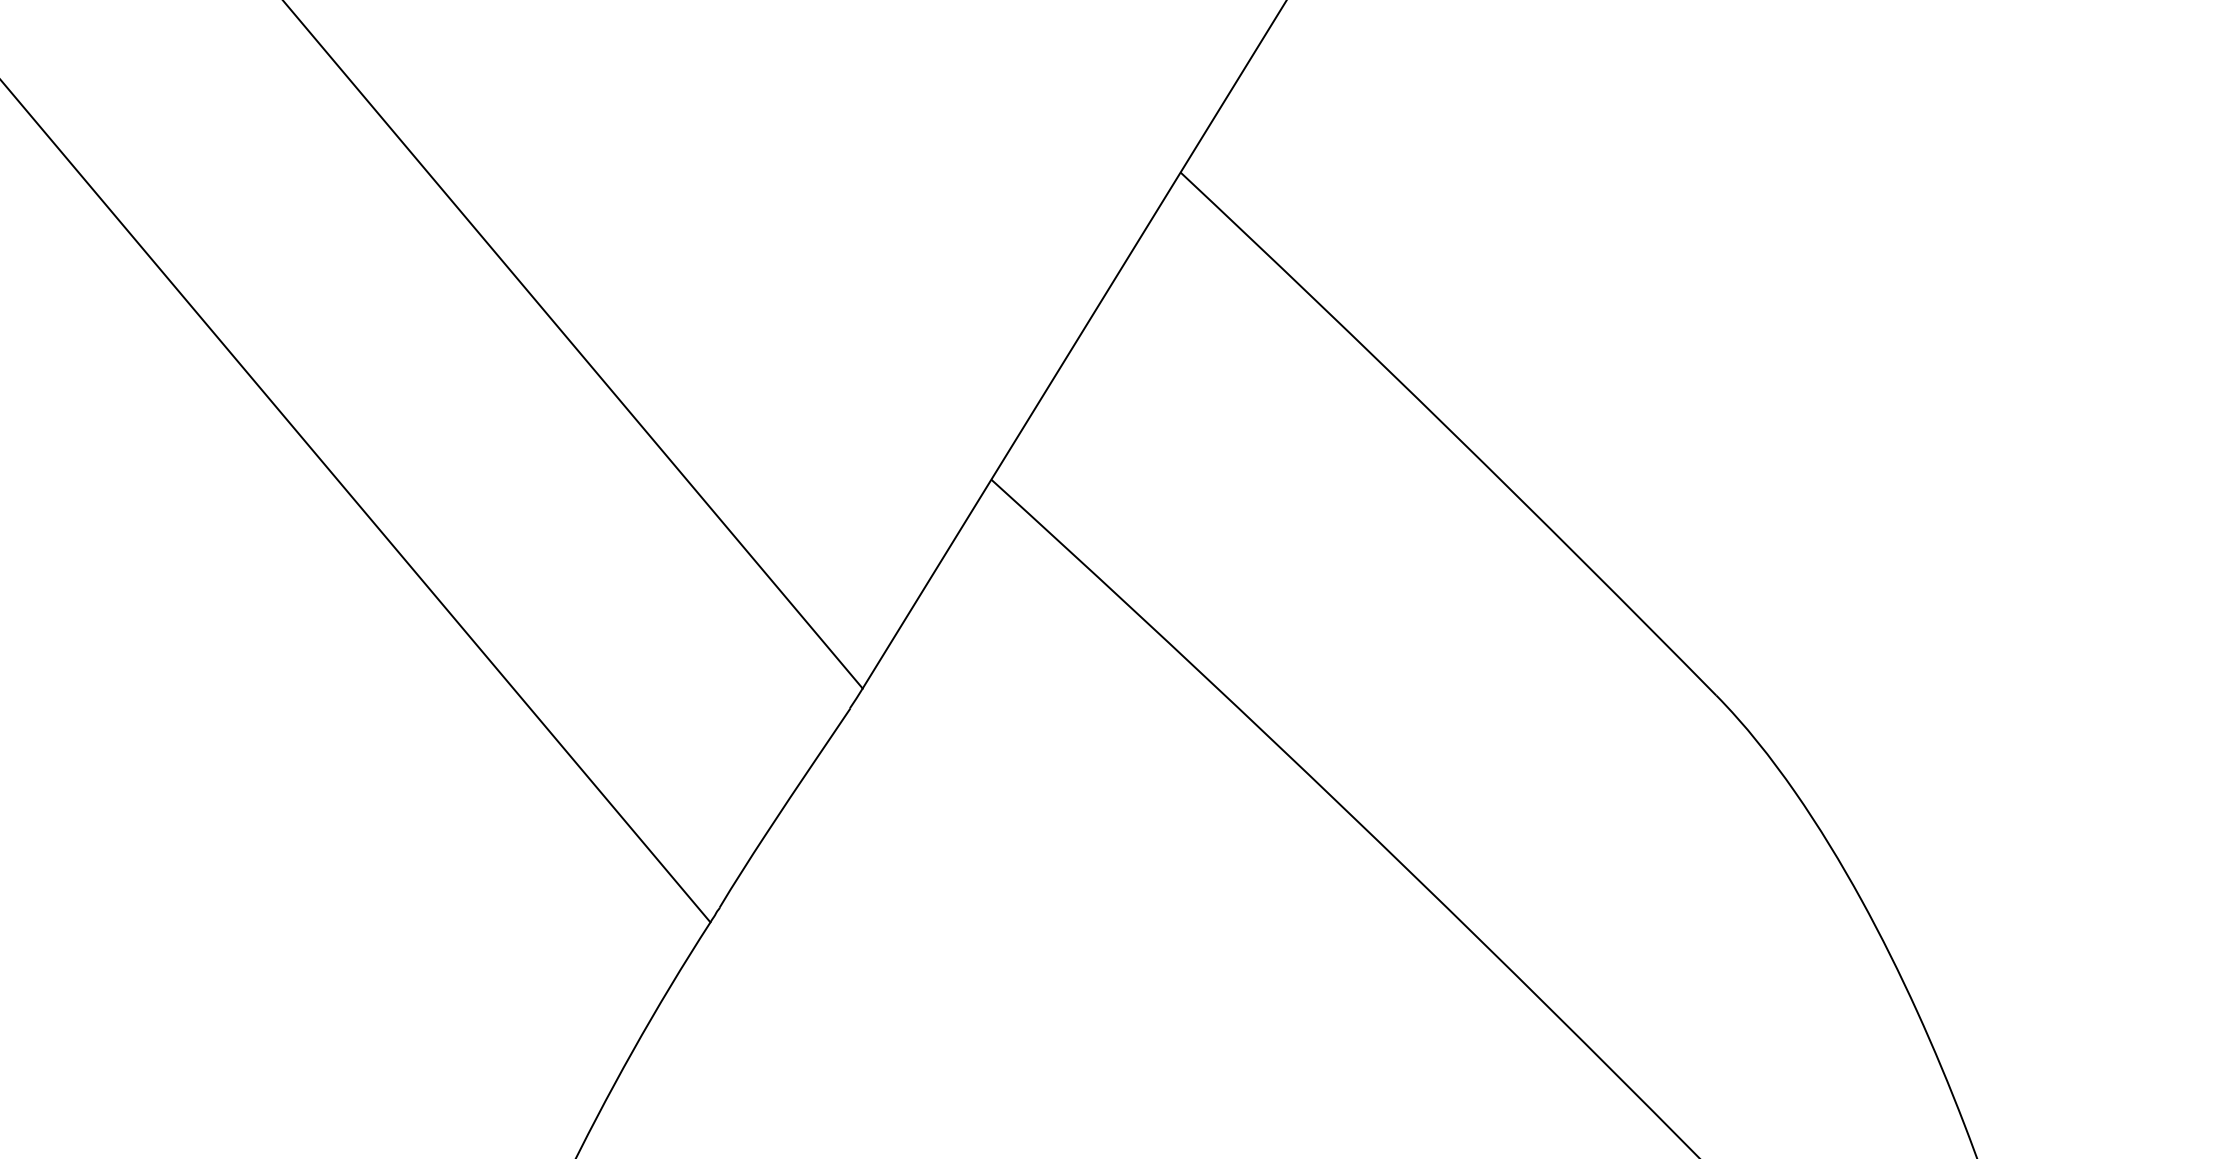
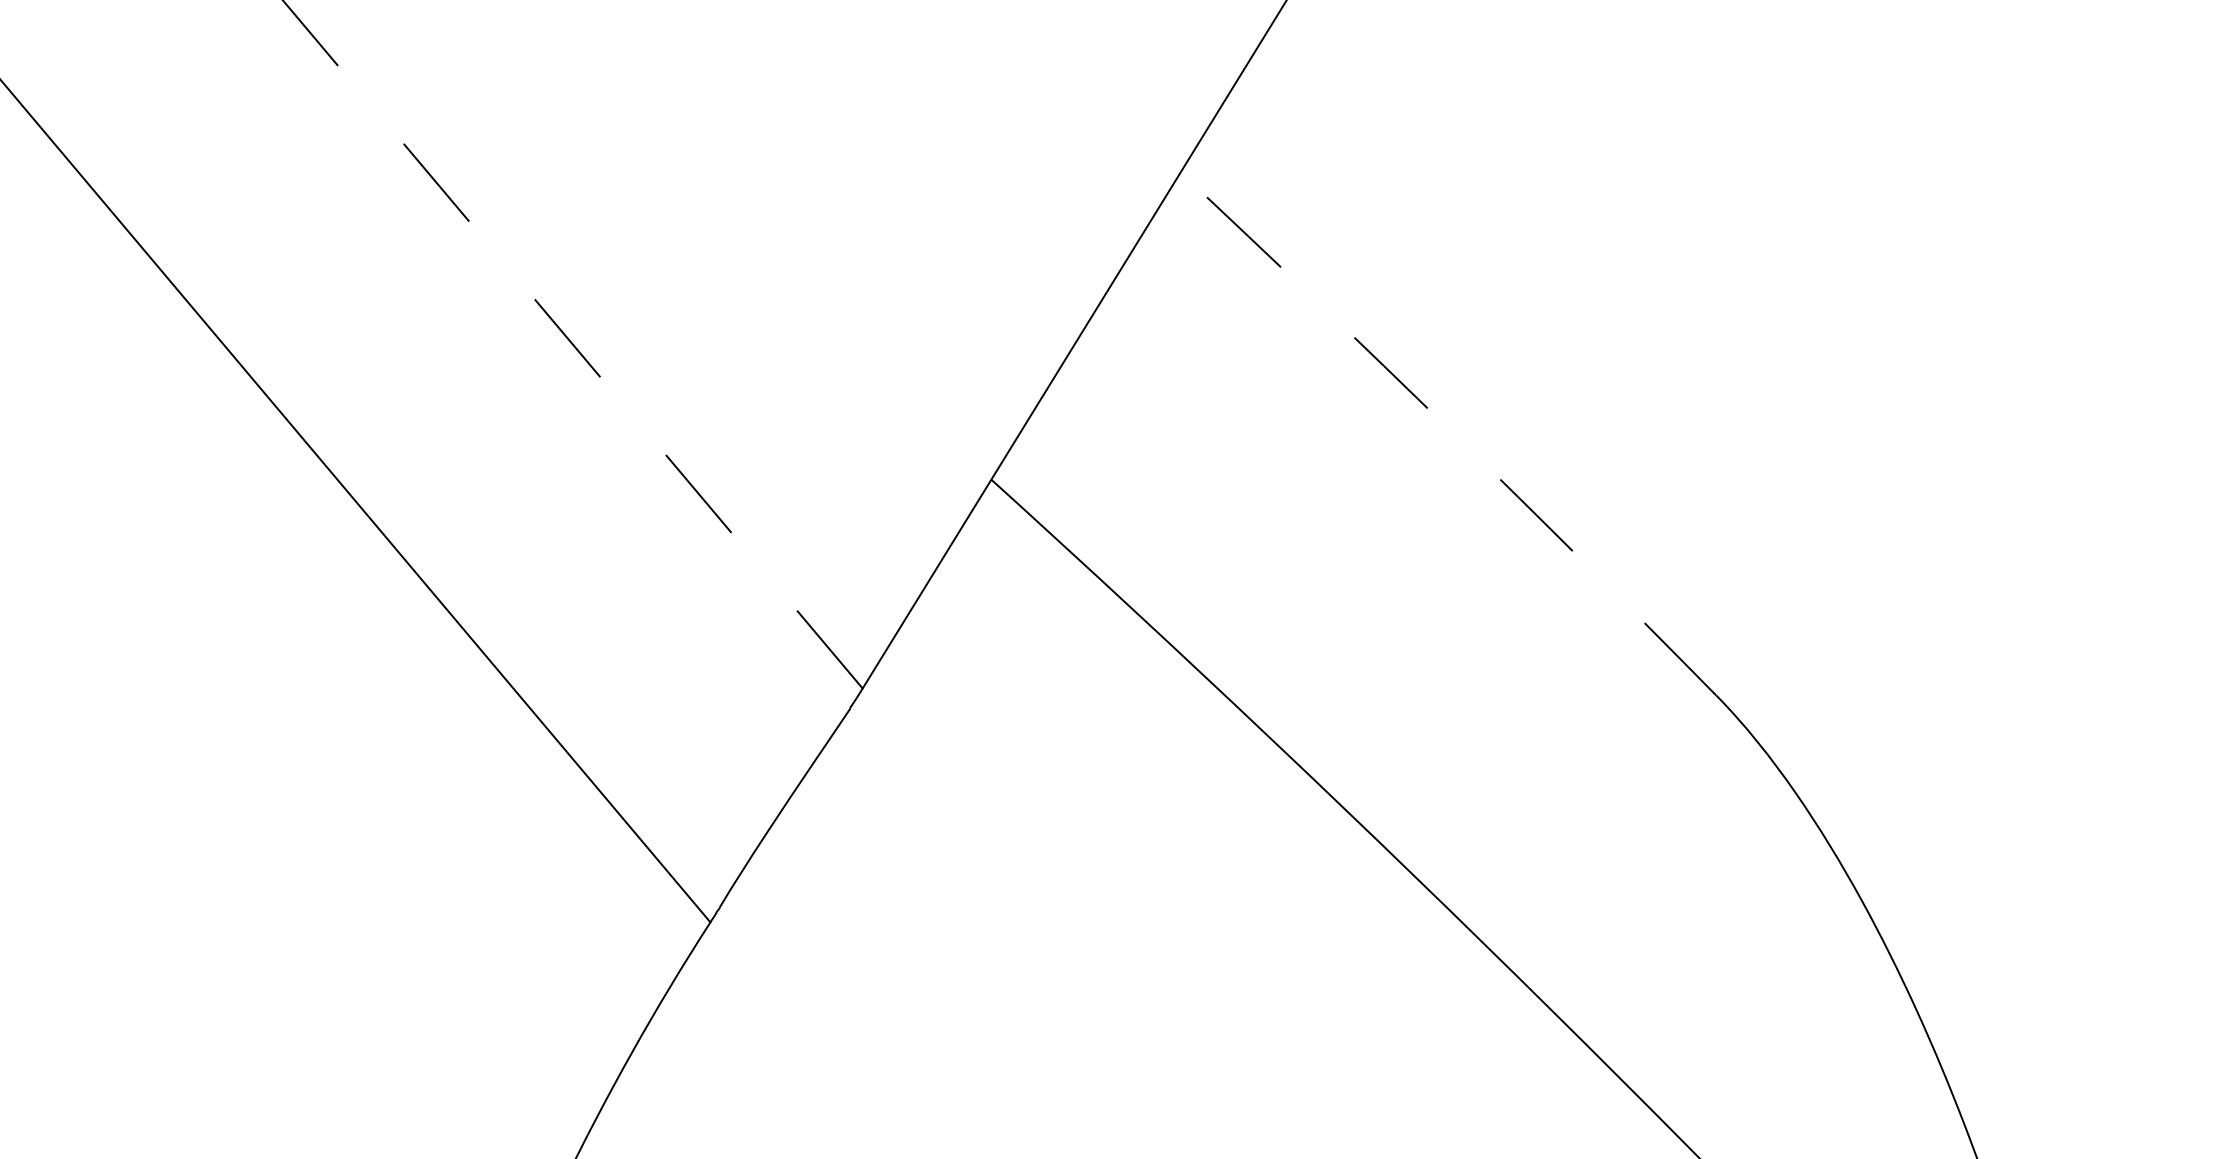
line at (572, 344): solid -> dashed
arc at (1451, 431): solid -> dashed
